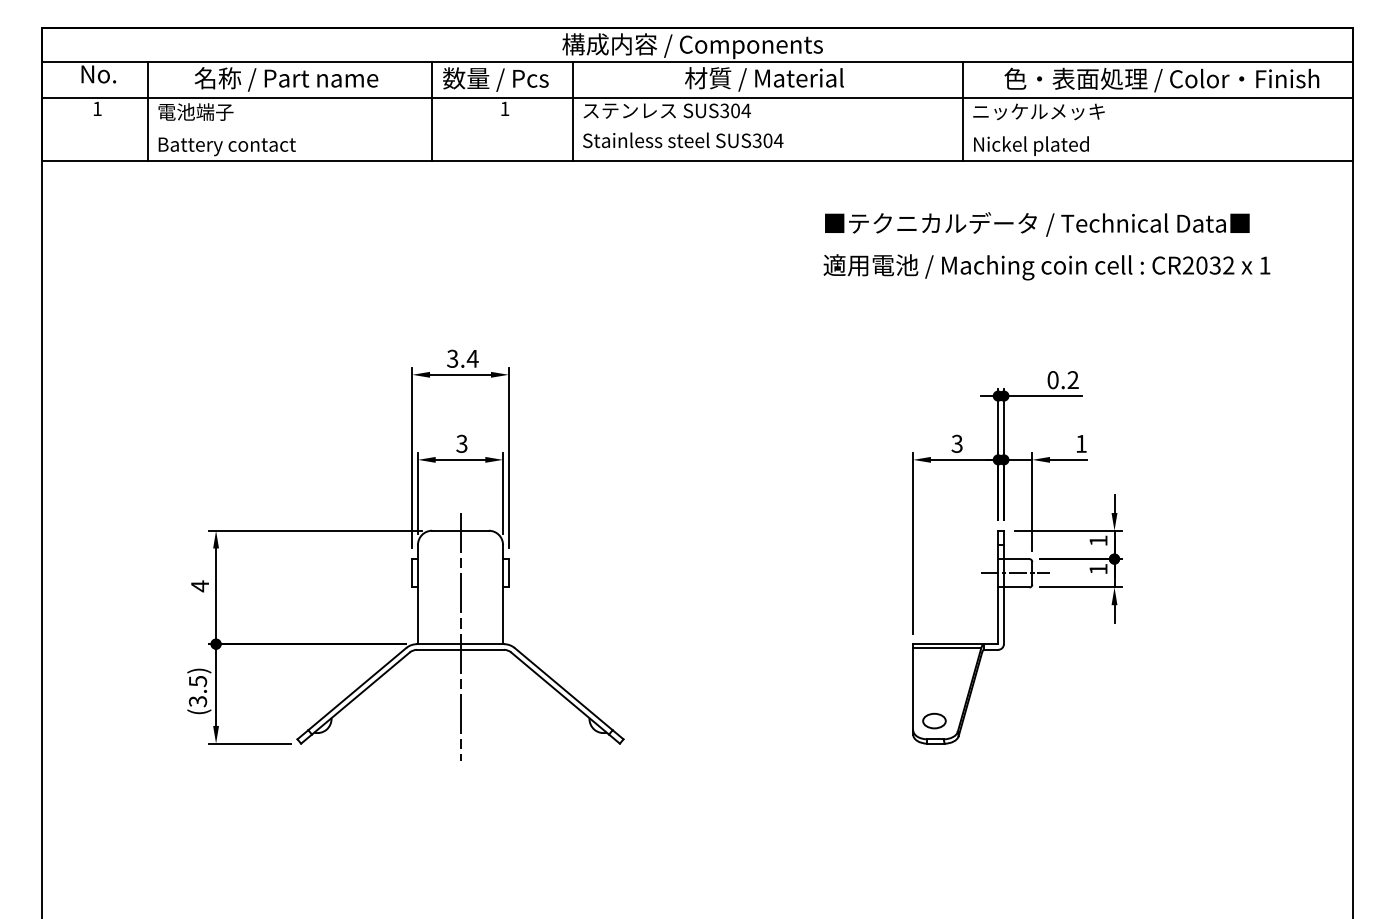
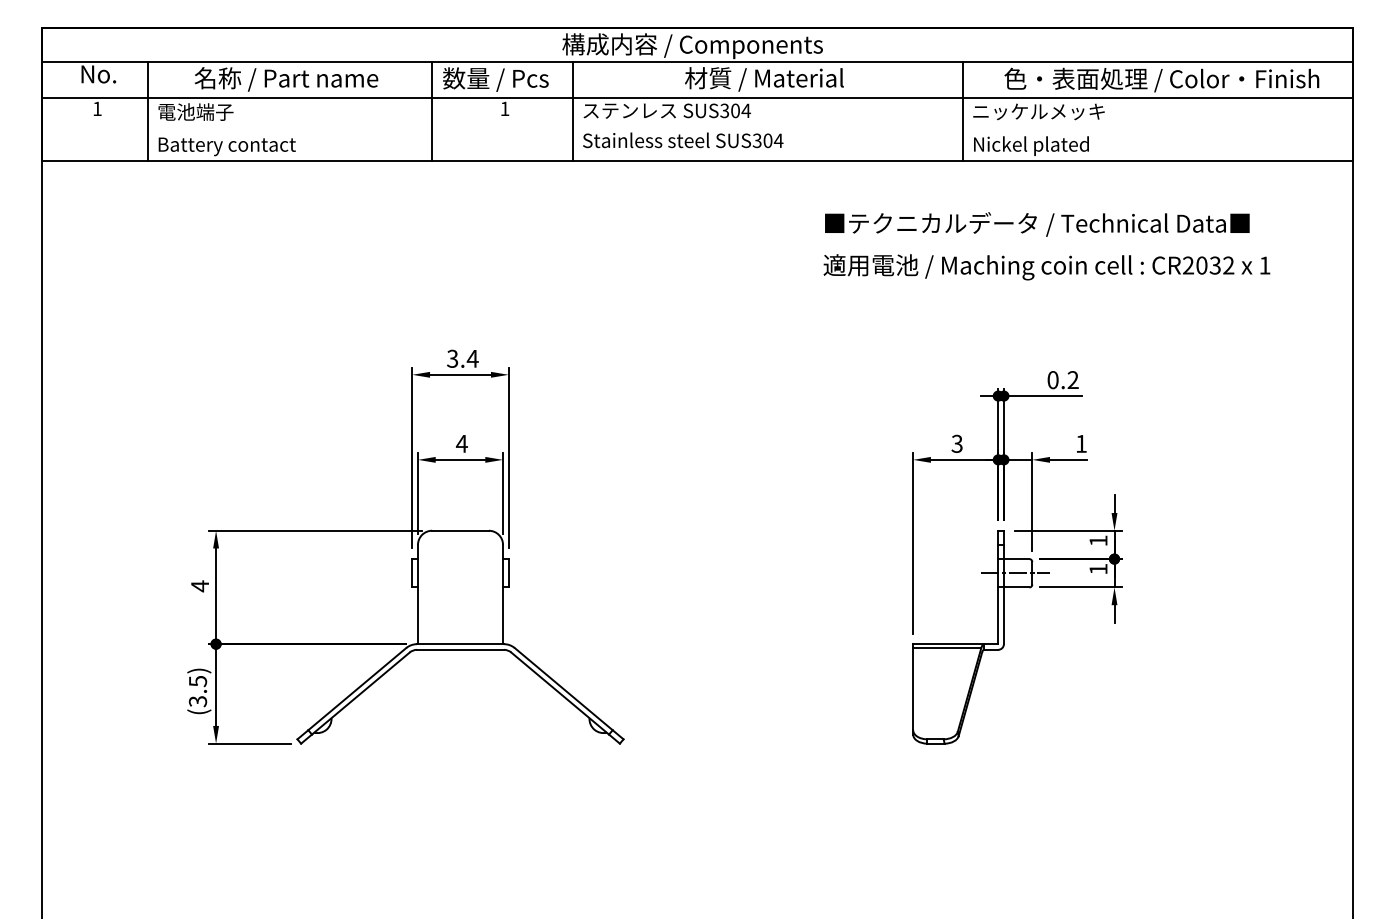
text at (461, 443): 3 -> 4
line at (460, 637): present -> none
part at (934, 720): present -> none
